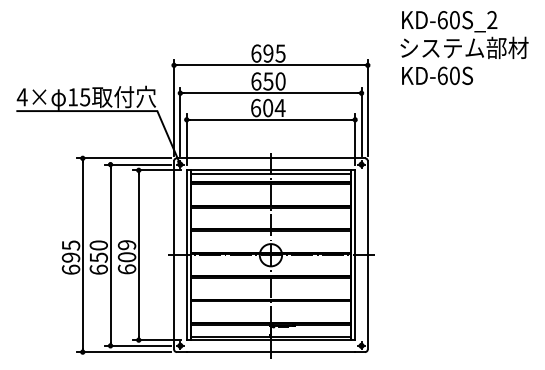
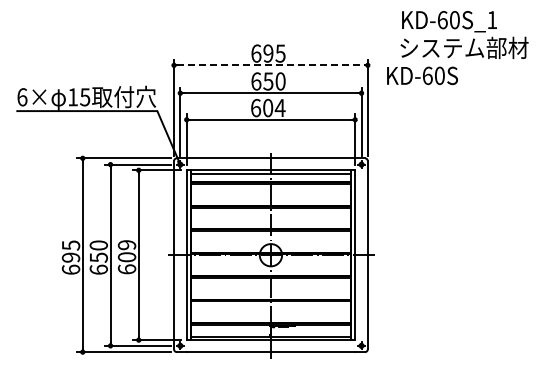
text at (492, 19): KD-60S_2 -> KD-60S_1
line at (270, 65): solid -> dashed
text at (437, 75) position: (437, 75) -> (422, 75)
text at (21, 97): 4× -> 6×
